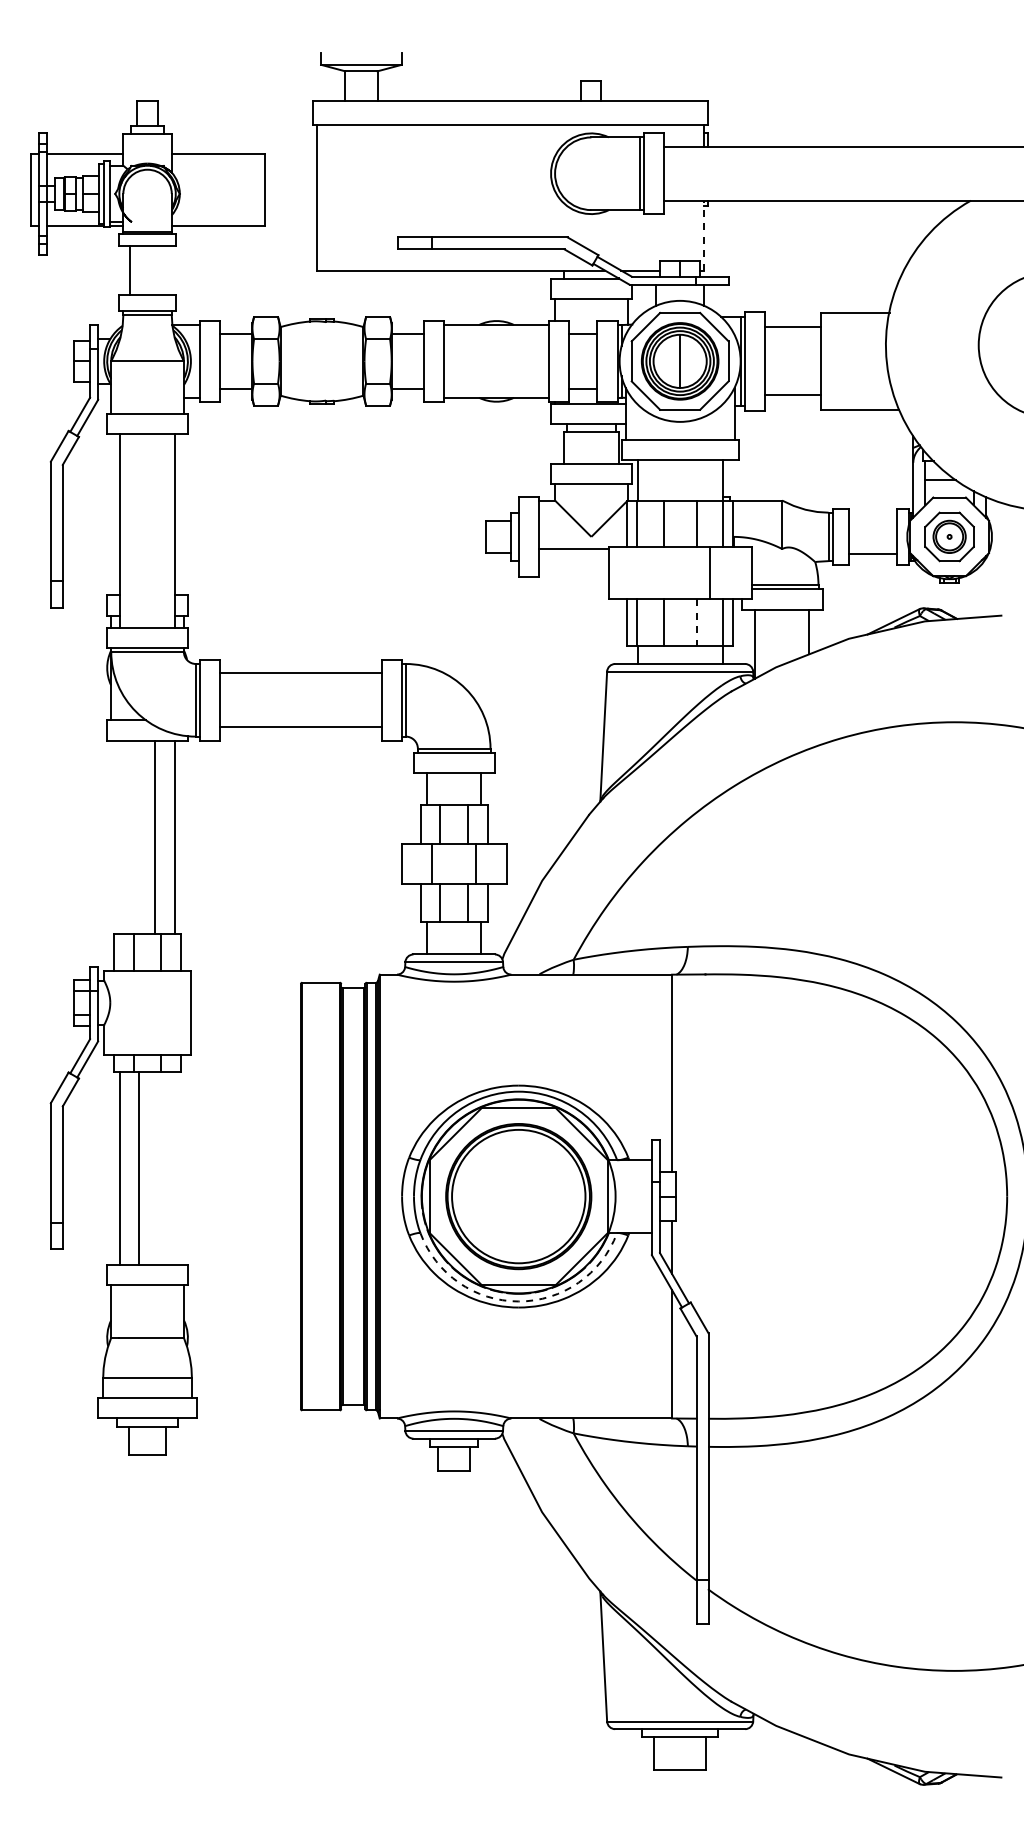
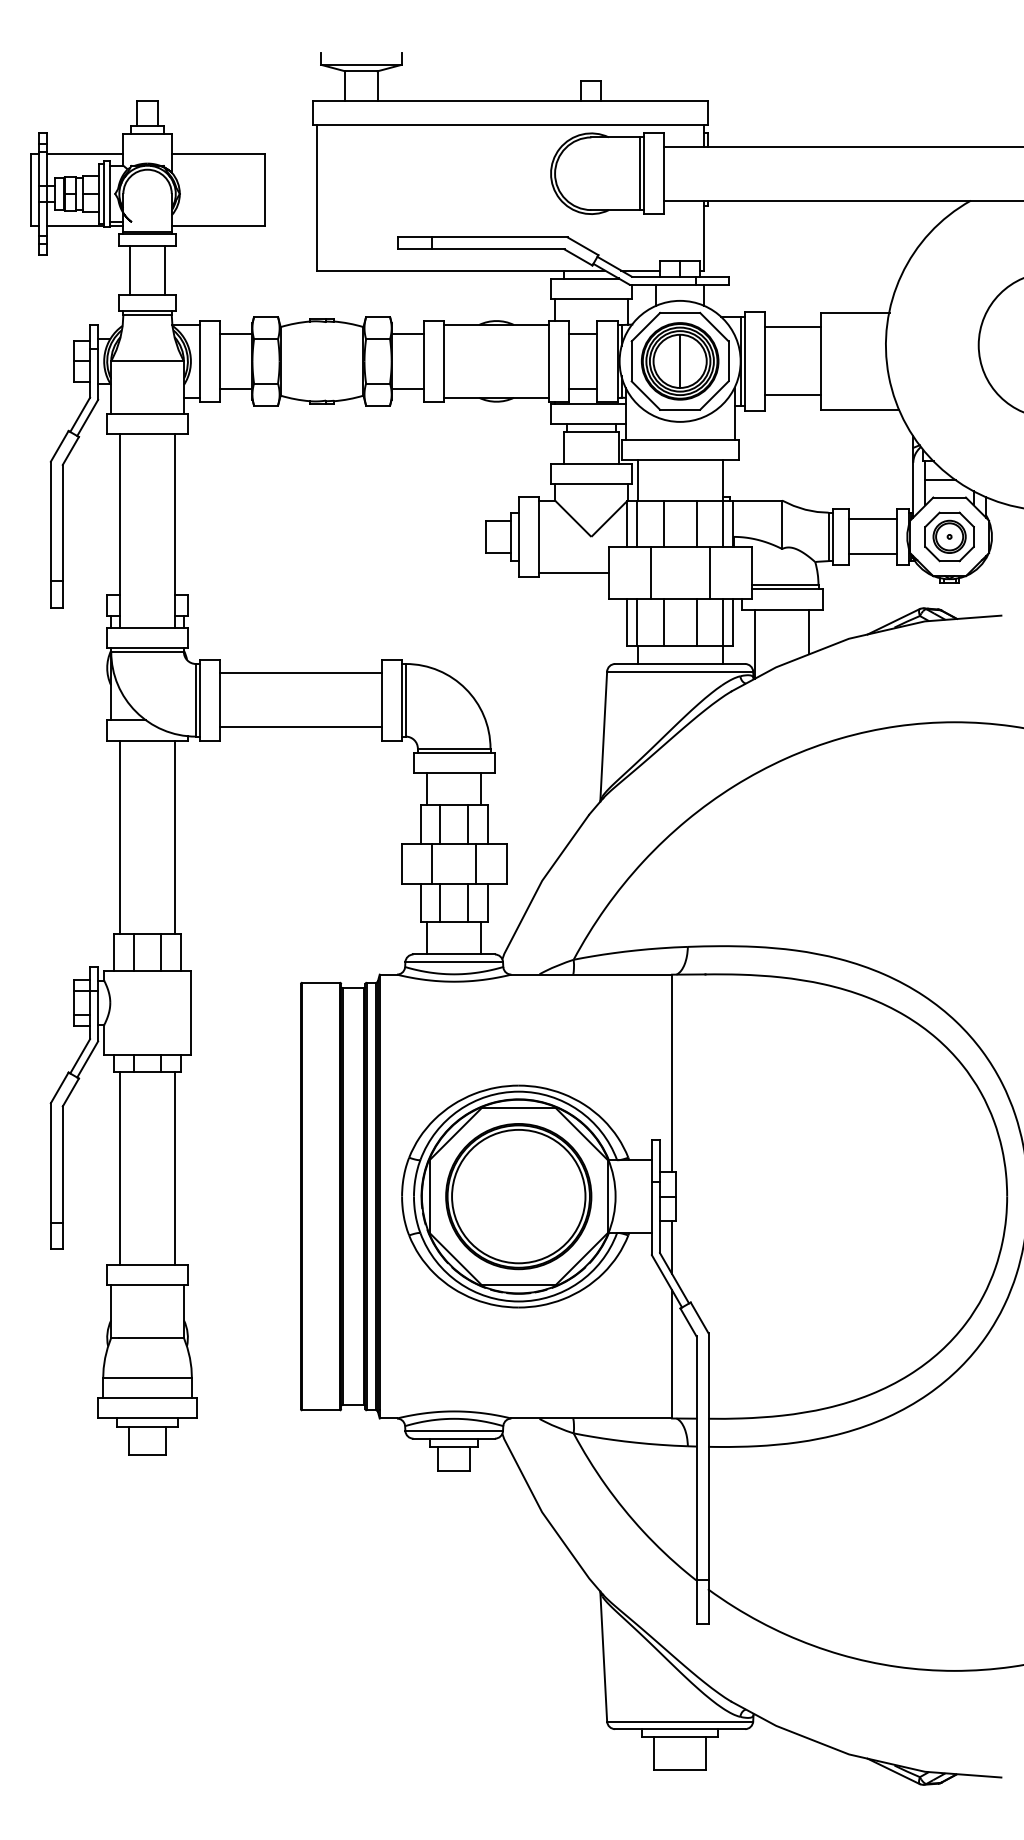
line at (704, 235): dashed -> solid
line at (165, 270): none -> present
line at (872, 519): none -> present
line at (573, 549) position: (573, 549) -> (573, 573)
line at (650, 572): none -> present
line at (696, 623): dashed -> solid
line at (155, 837) position: (155, 837) -> (120, 837)
line at (138, 1168) position: (138, 1168) -> (174, 1168)
arc at (518, 1301): dashed -> solid
